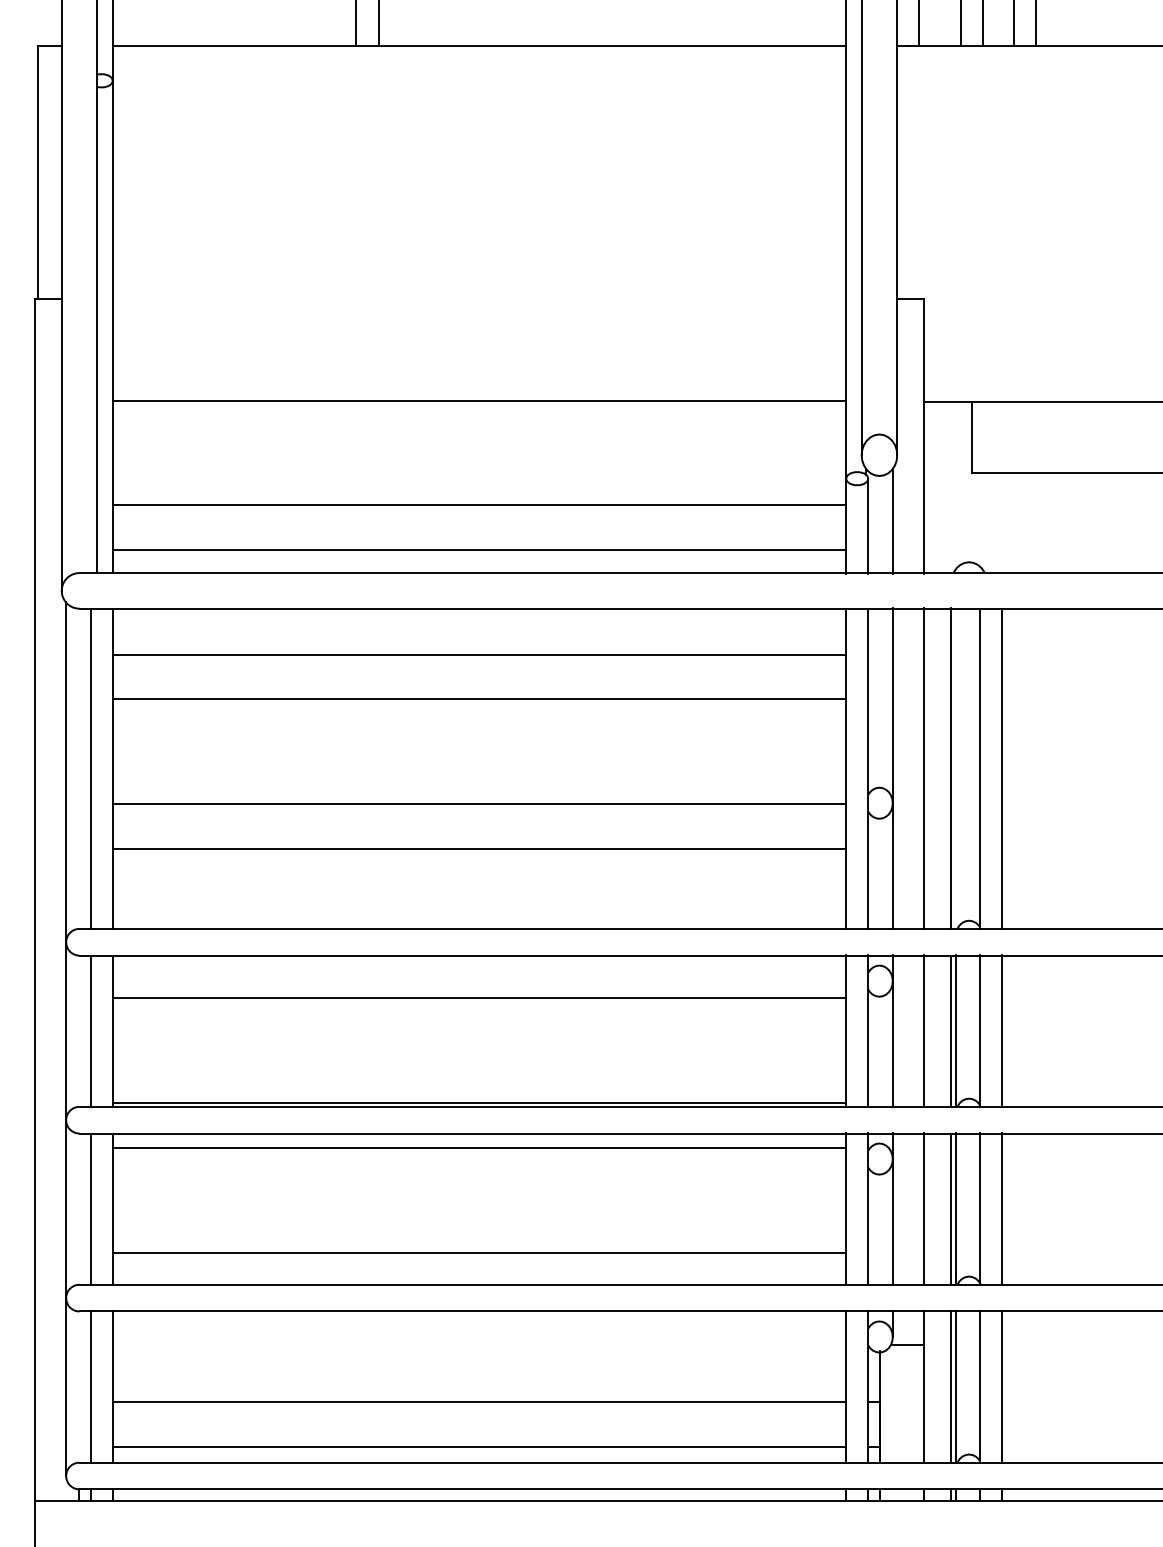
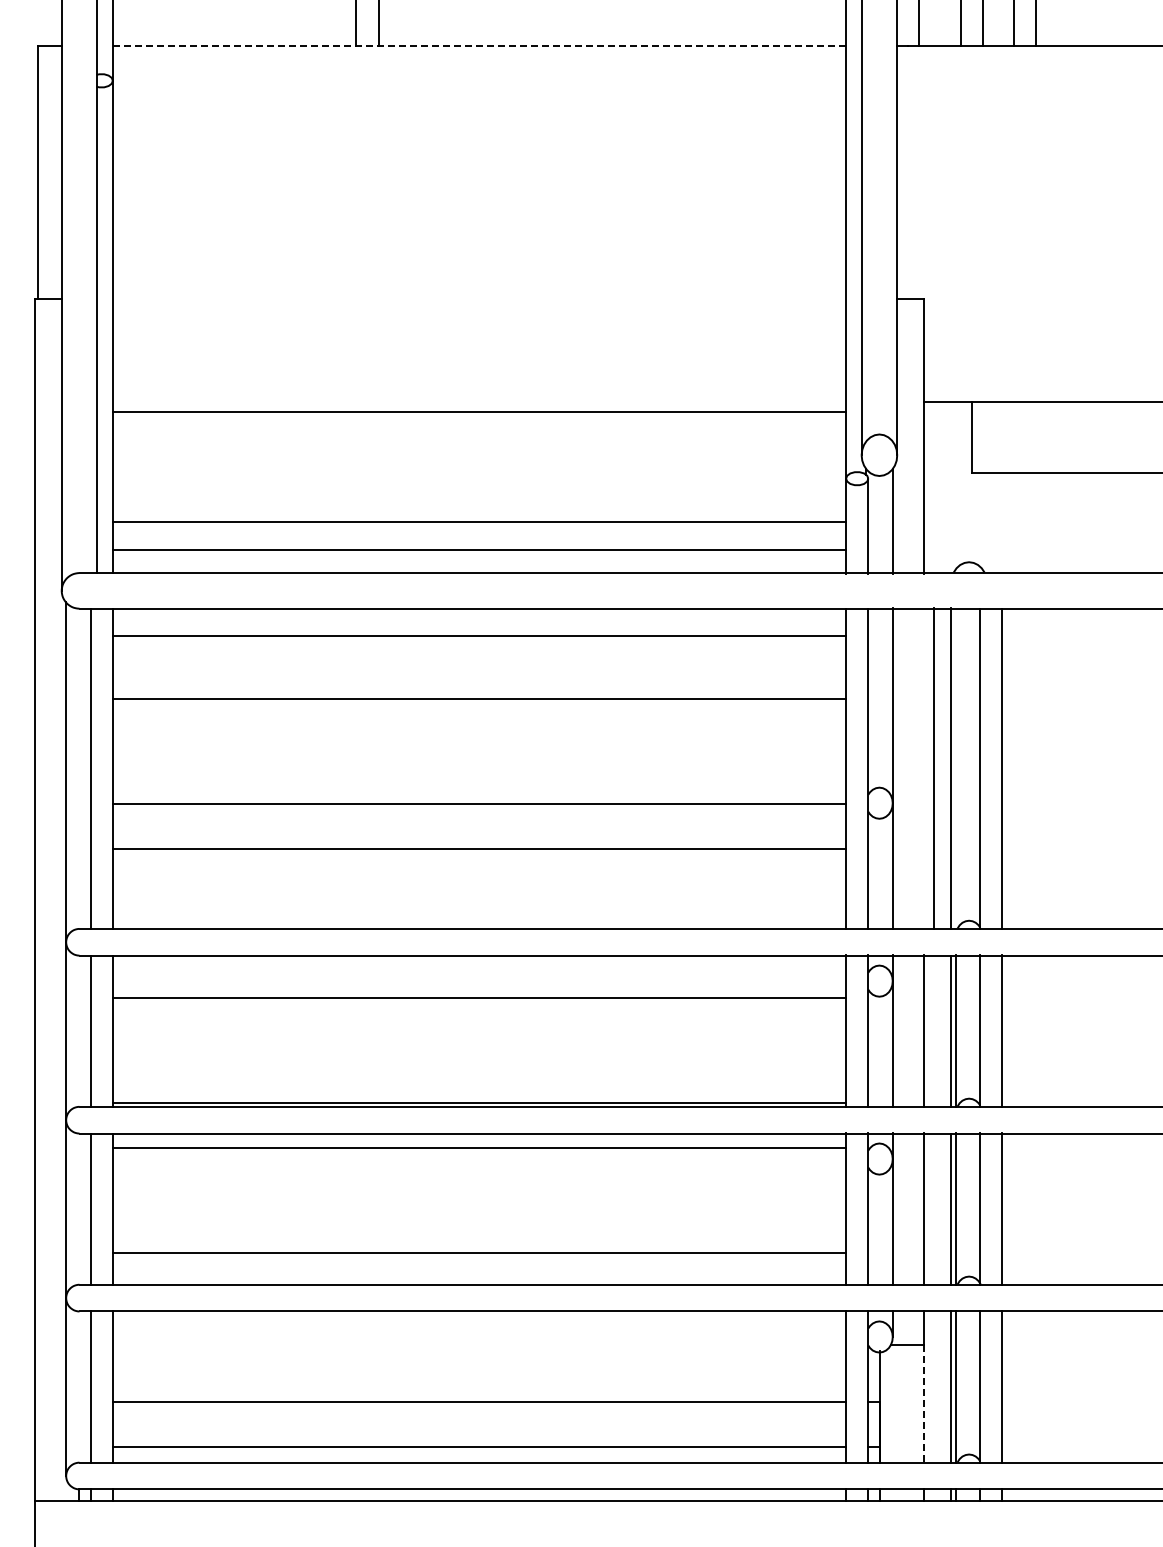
line at (479, 46): solid -> dashed
line at (479, 400) position: (479, 400) -> (479, 411)
line at (479, 505) position: (479, 505) -> (479, 522)
line at (479, 654) position: (479, 654) -> (479, 635)
line at (924, 768) position: (924, 768) -> (934, 768)
line at (924, 1404): solid -> dashed
